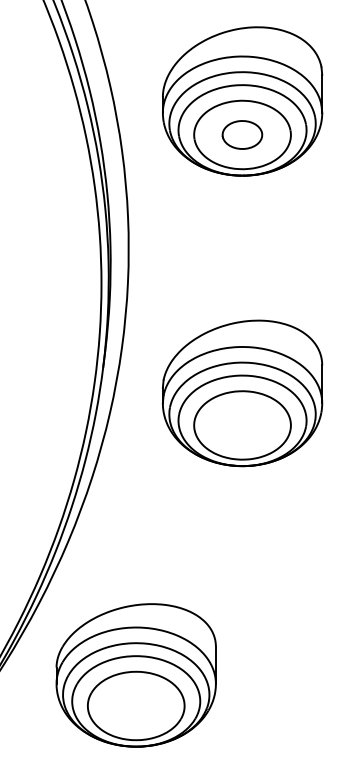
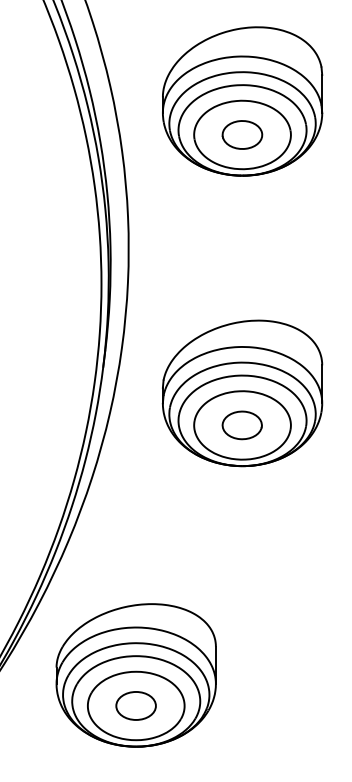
part at (241, 425): none -> present
part at (135, 705): none -> present
